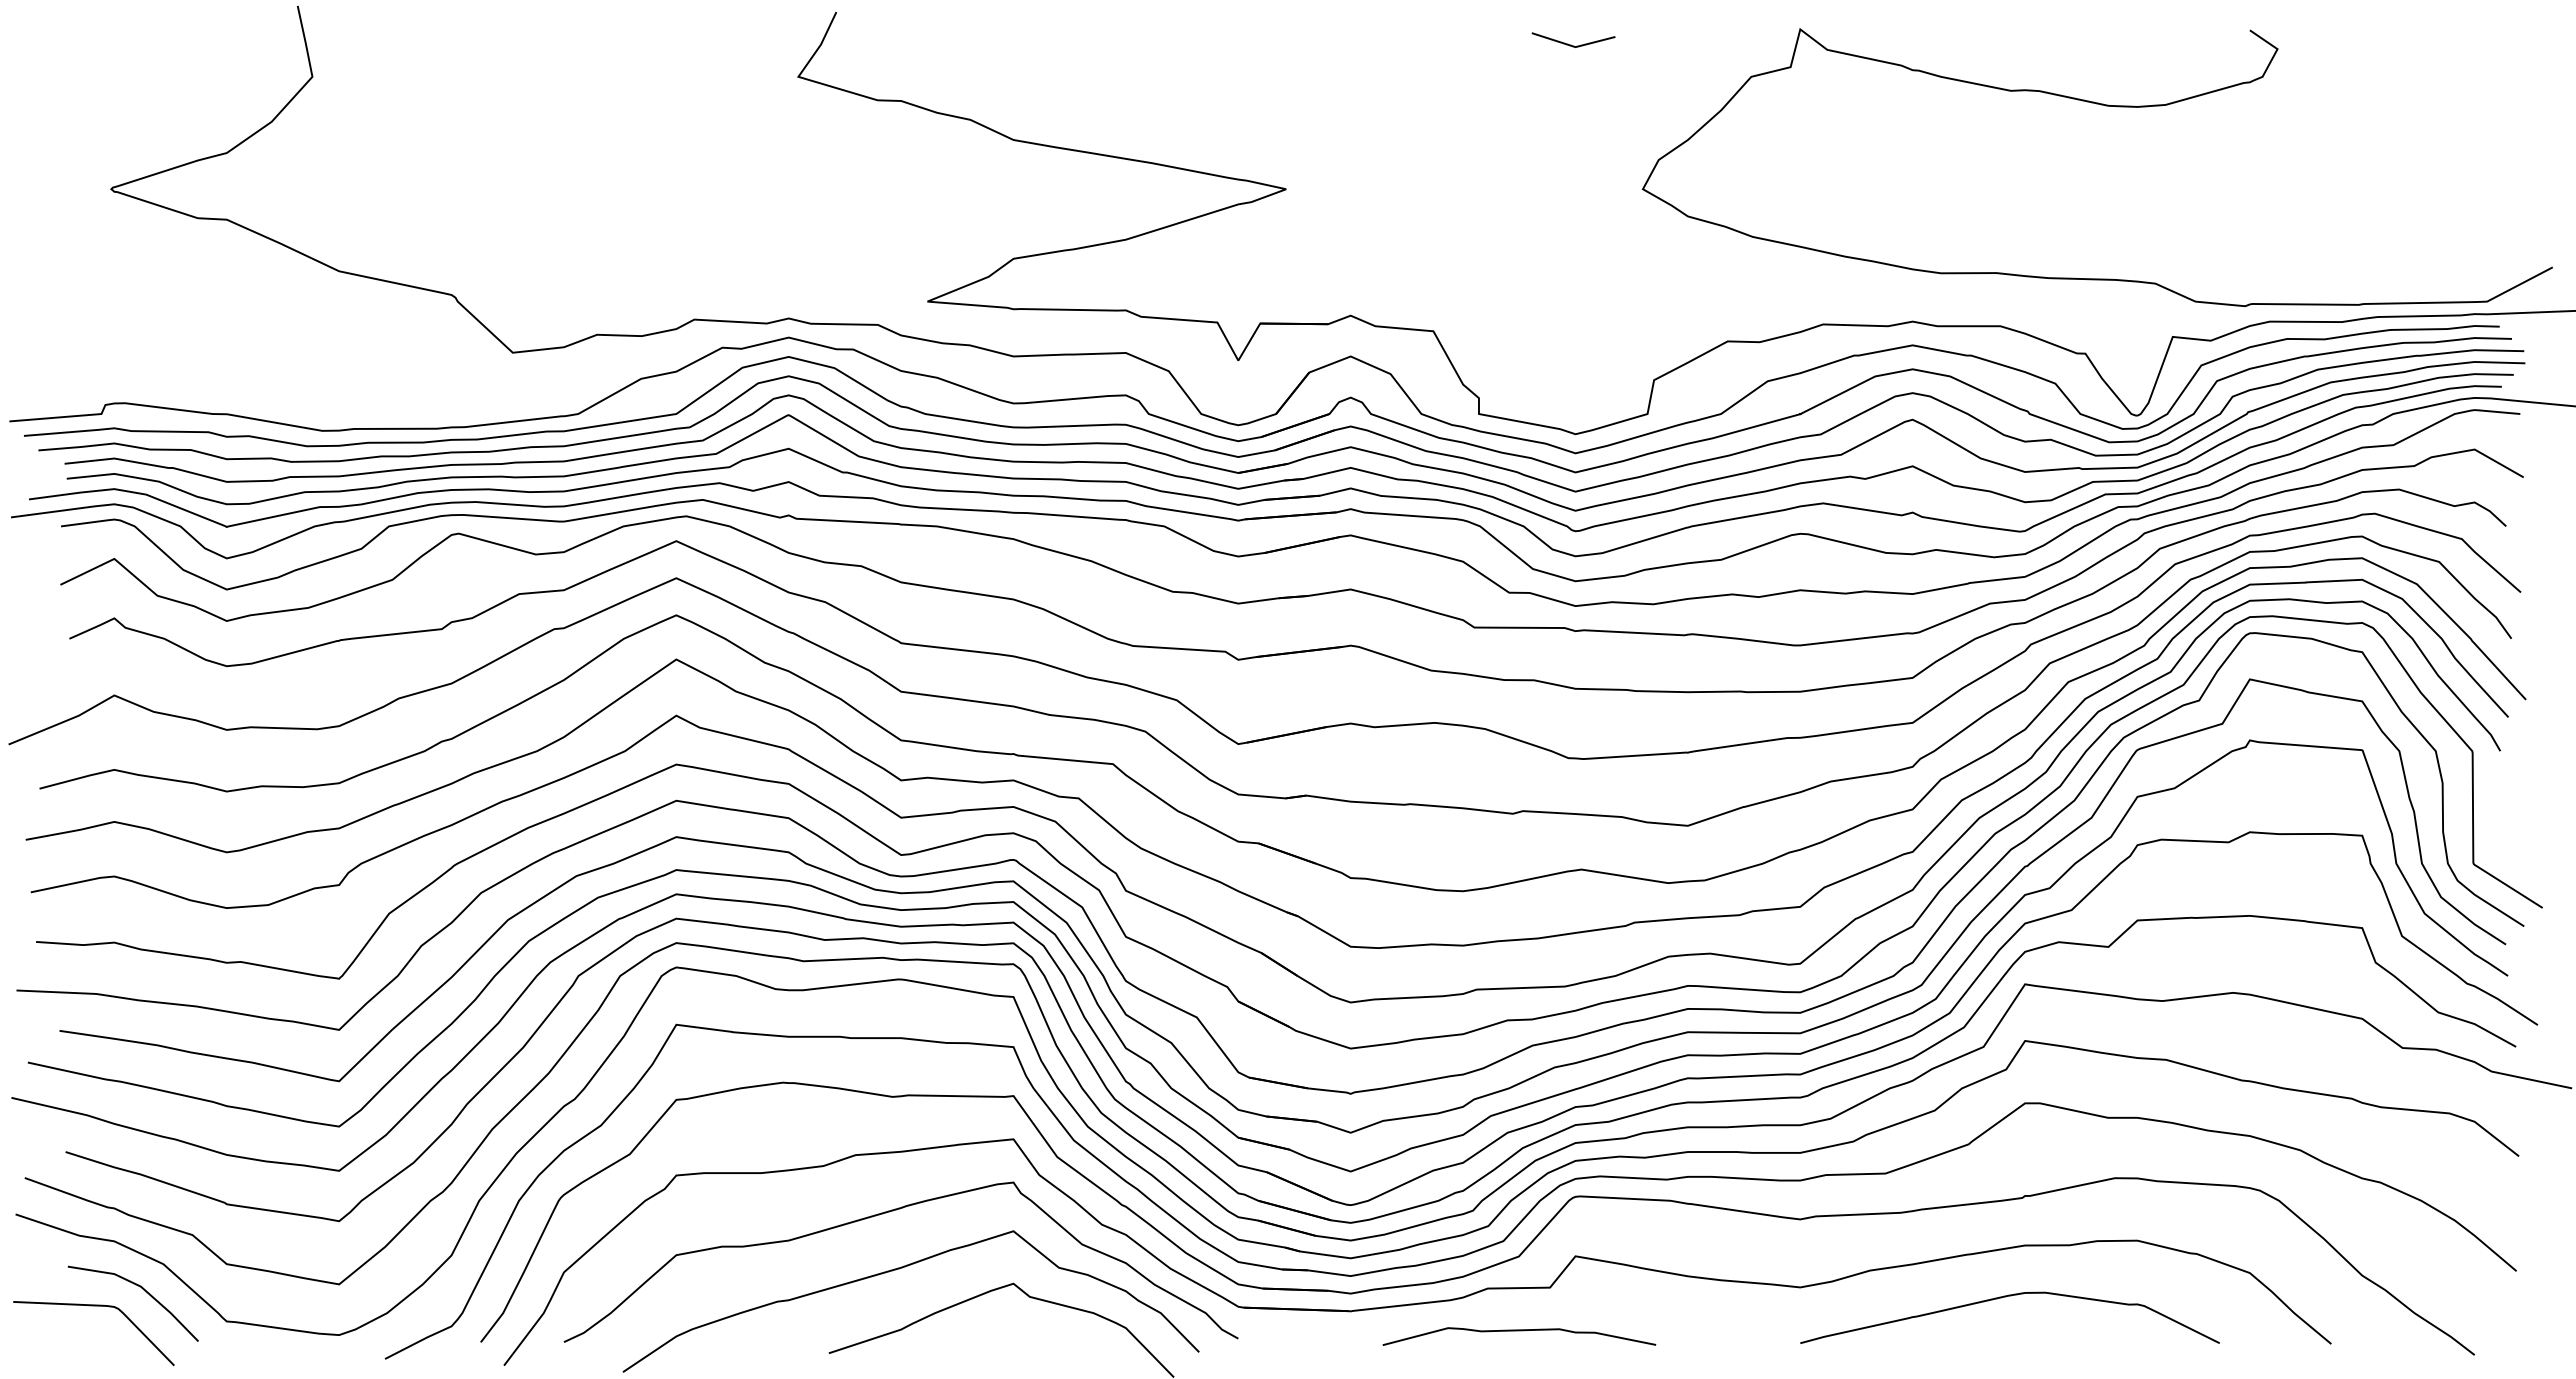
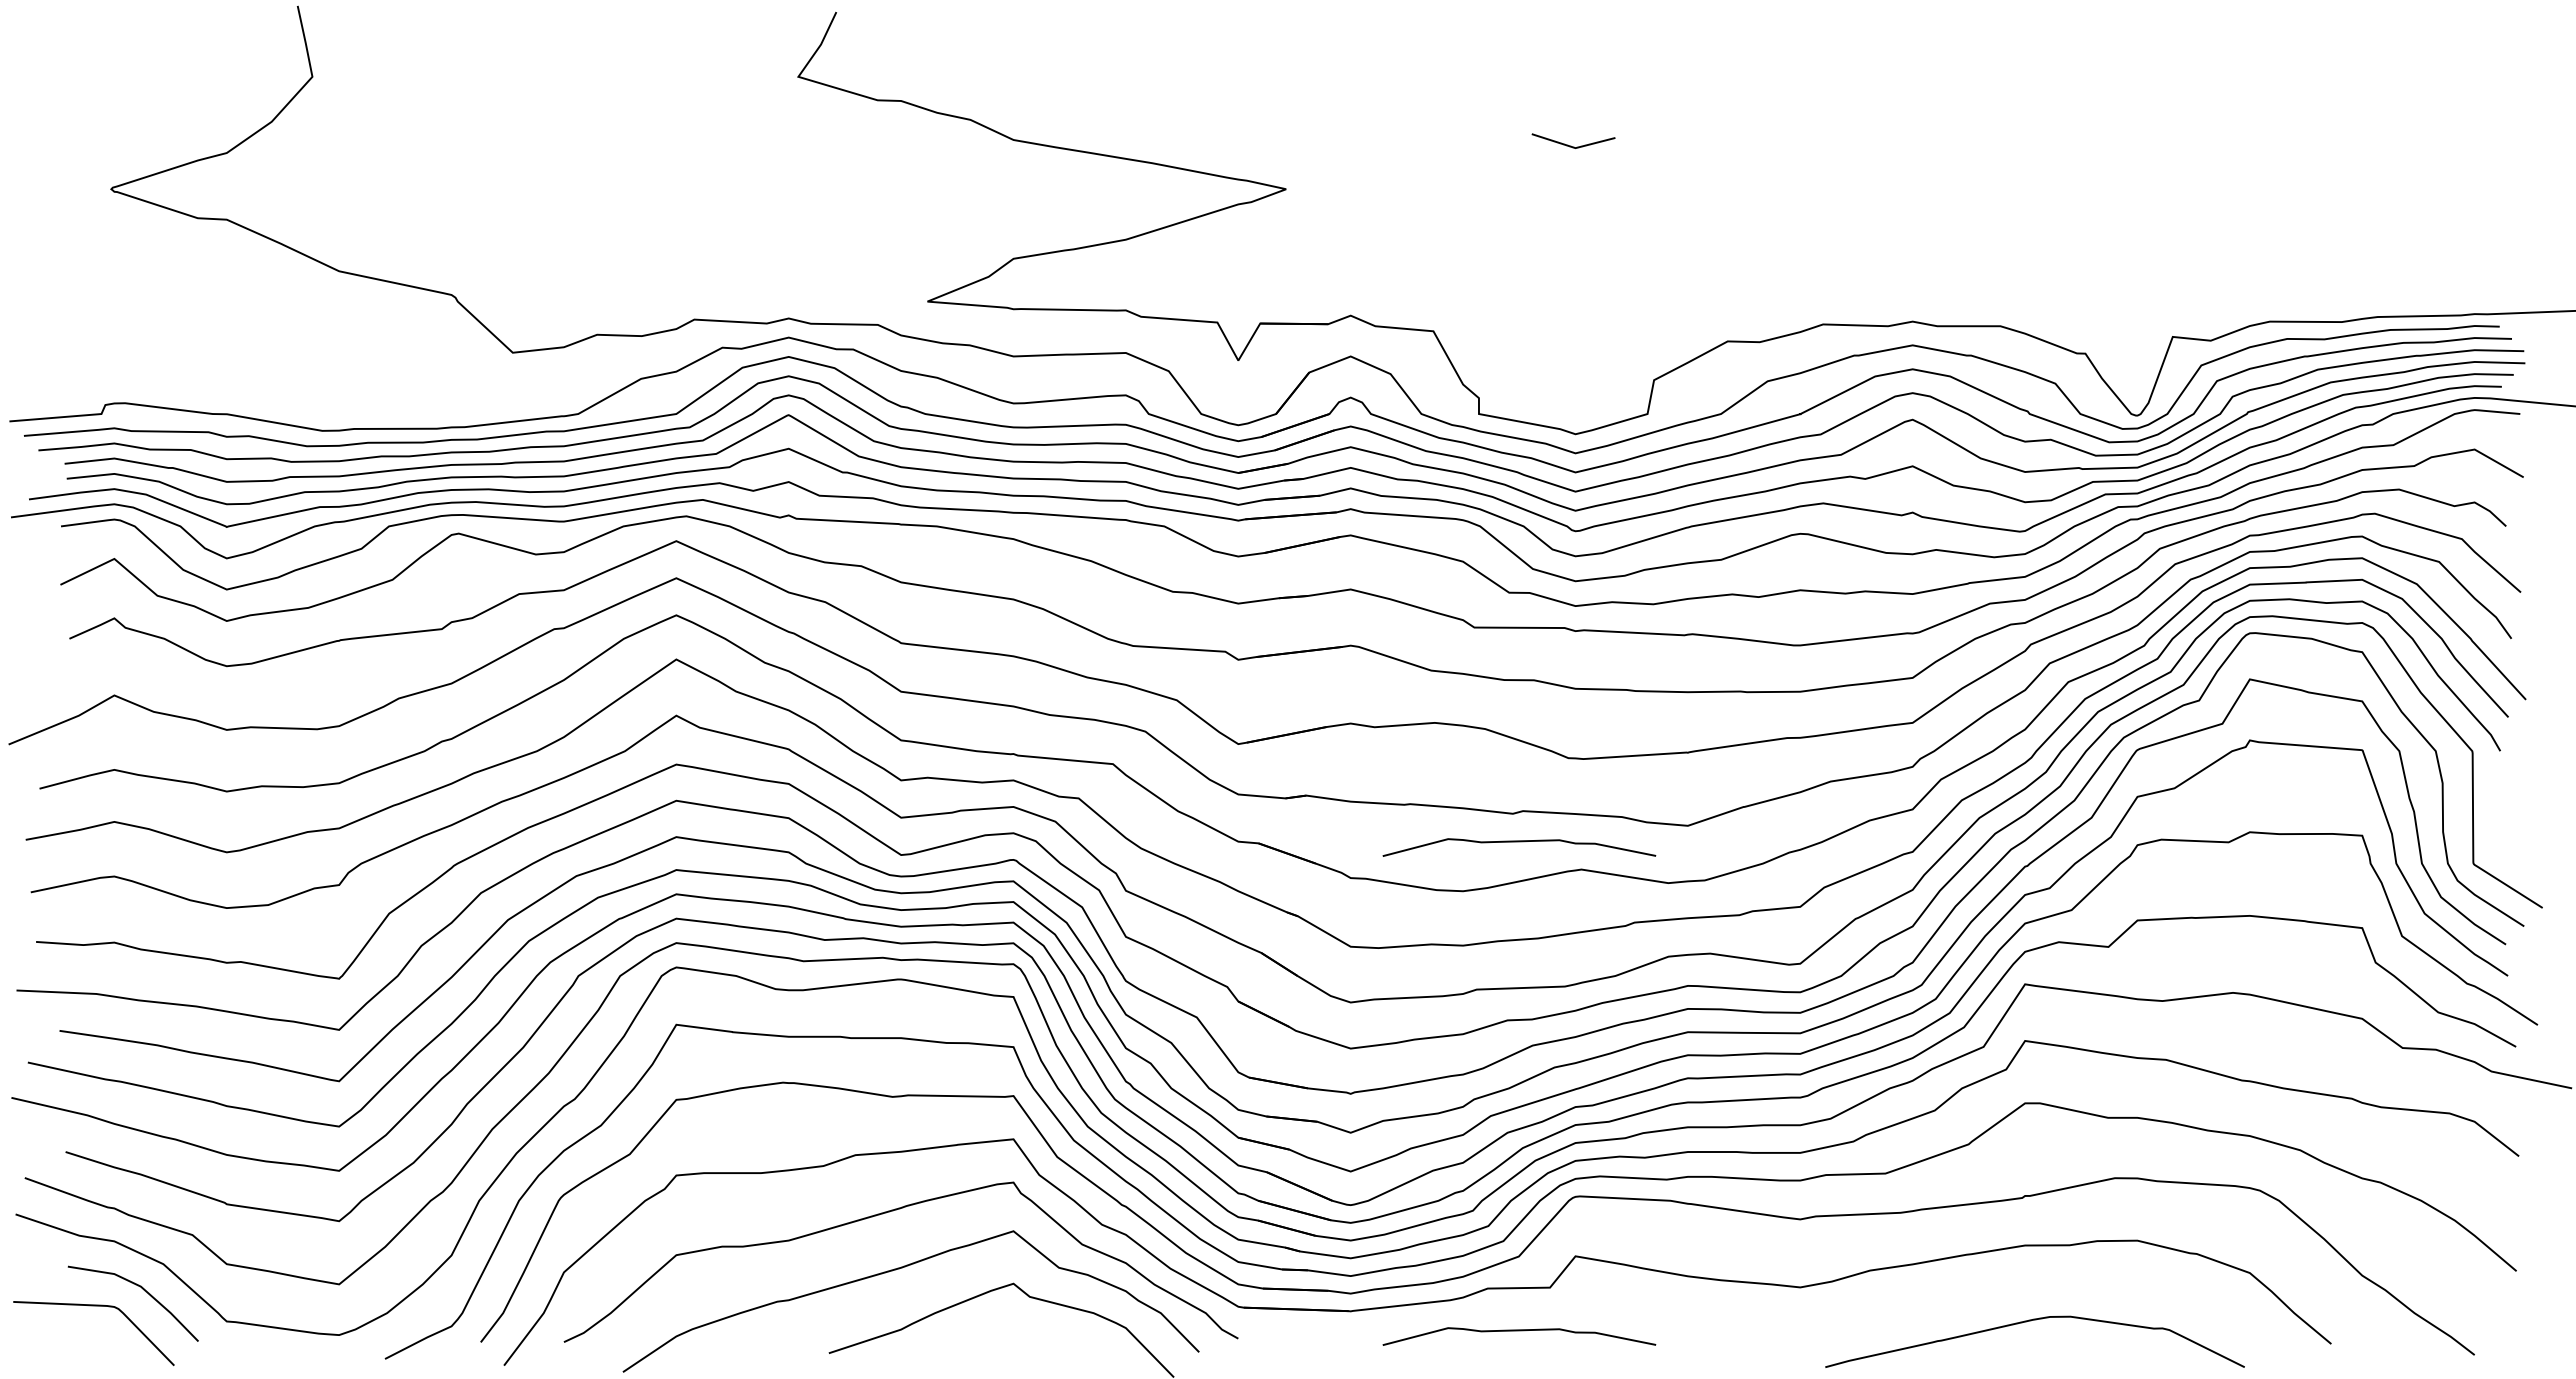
line at (1571, 44) position: (1571, 44) -> (1571, 145)
curve at (2105, 106): present -> none
curve at (1519, 842): none -> present
curve at (2006, 1297) position: (2006, 1297) -> (2031, 1321)
